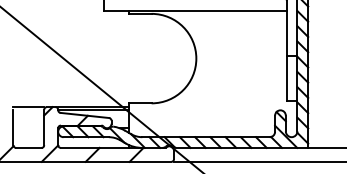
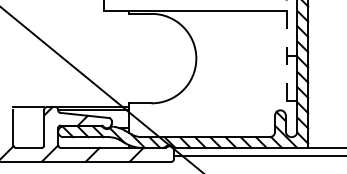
line at (286, 50): solid -> dashed
line at (258, 161) position: (258, 161) -> (258, 155)
